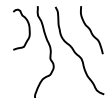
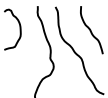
curve at (28, 29) position: (28, 29) -> (19, 29)
